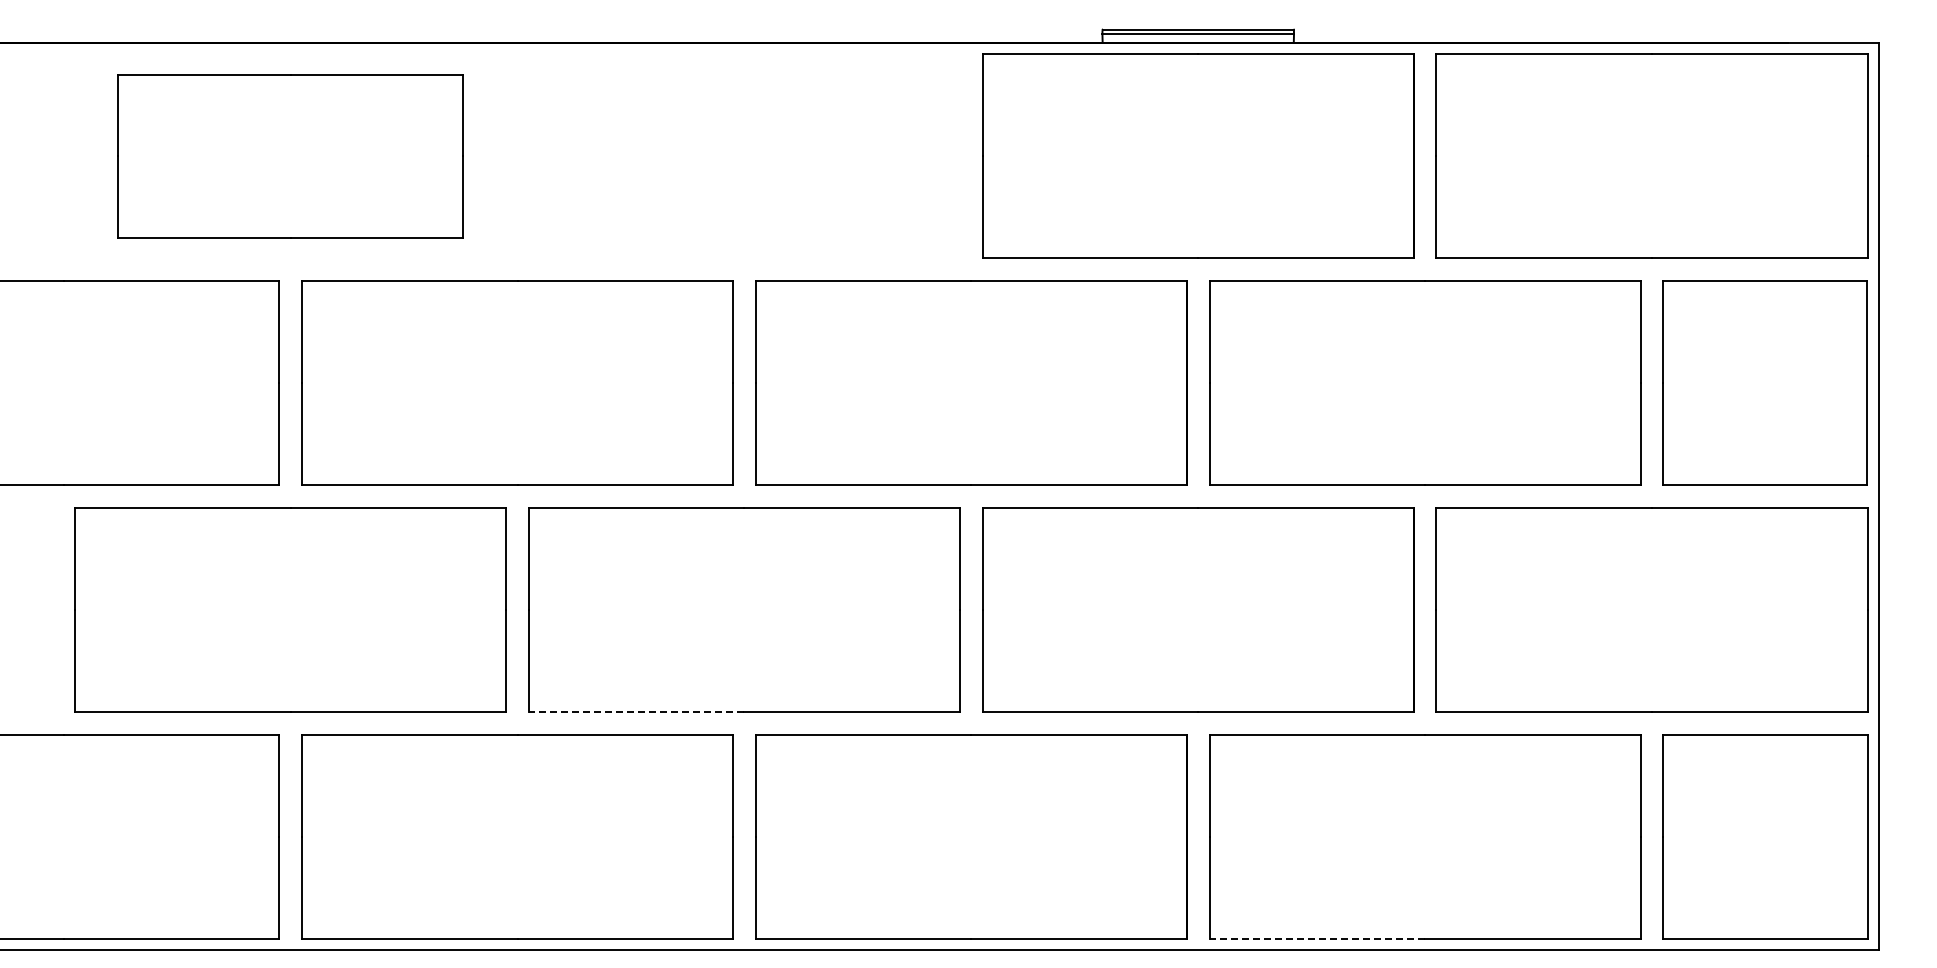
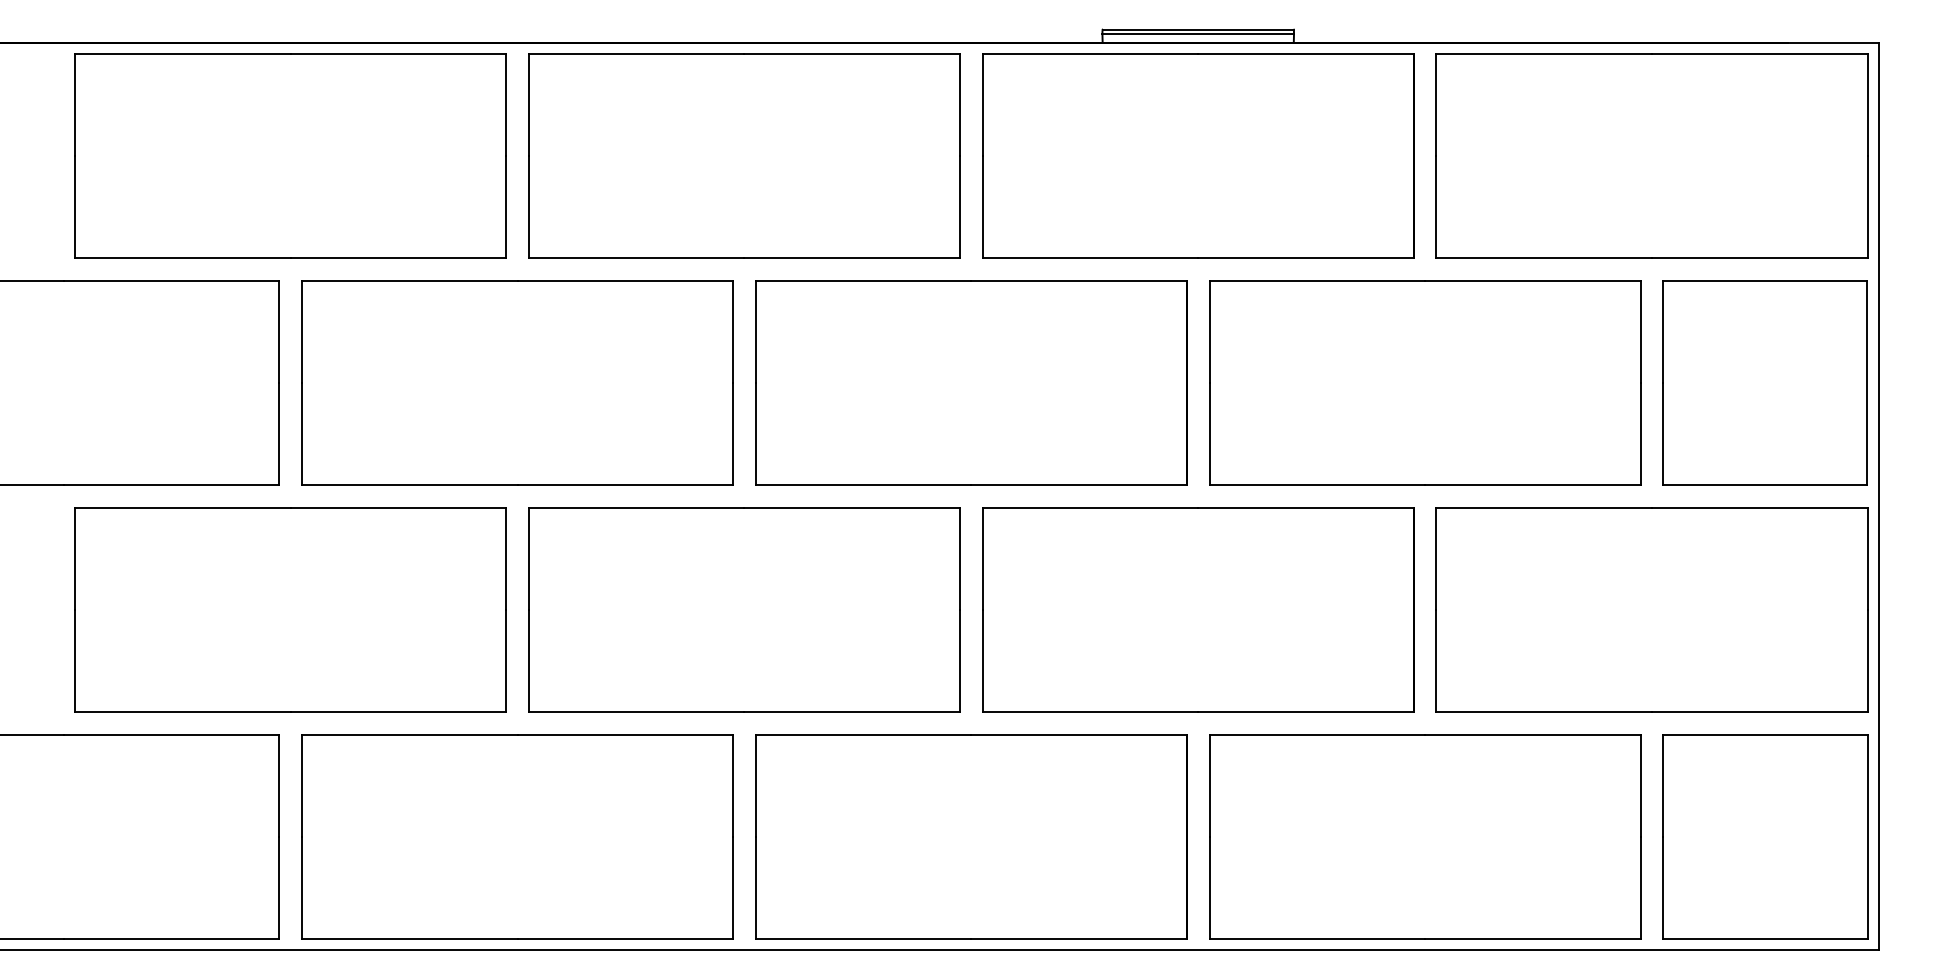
part at (744, 155): none -> present
part at (290, 156) size: 347x165 px -> 433x206 px
line at (636, 712): dashed -> solid
line at (1317, 939): dashed -> solid
